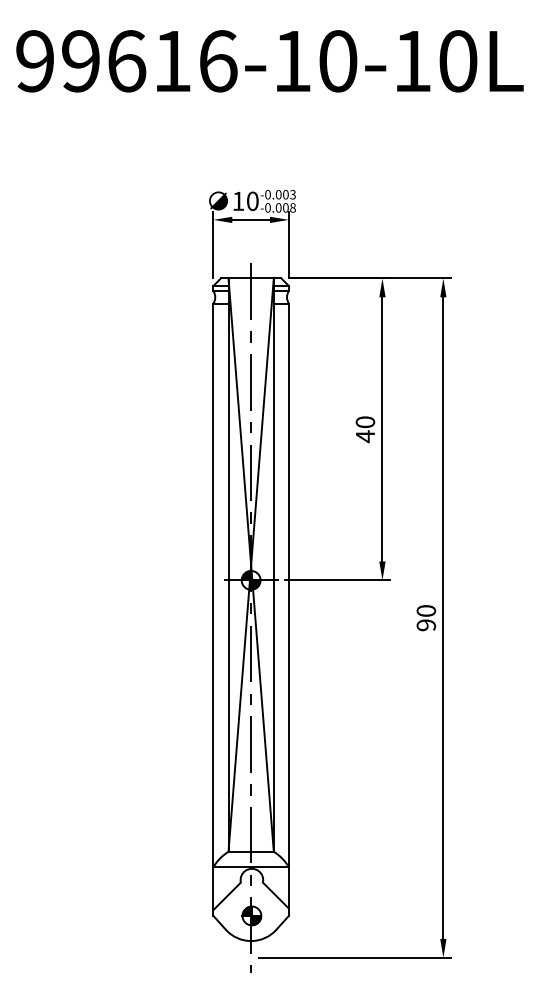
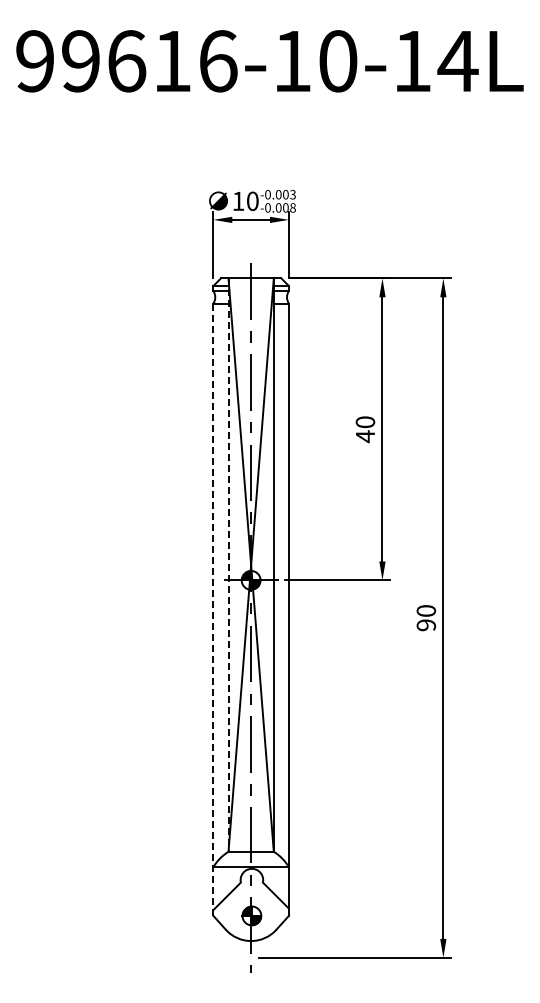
text at (457, 61): 99616-10-10L -> 99616-10-14L
line at (228, 565): solid -> dashed
line at (213, 610): solid -> dashed
